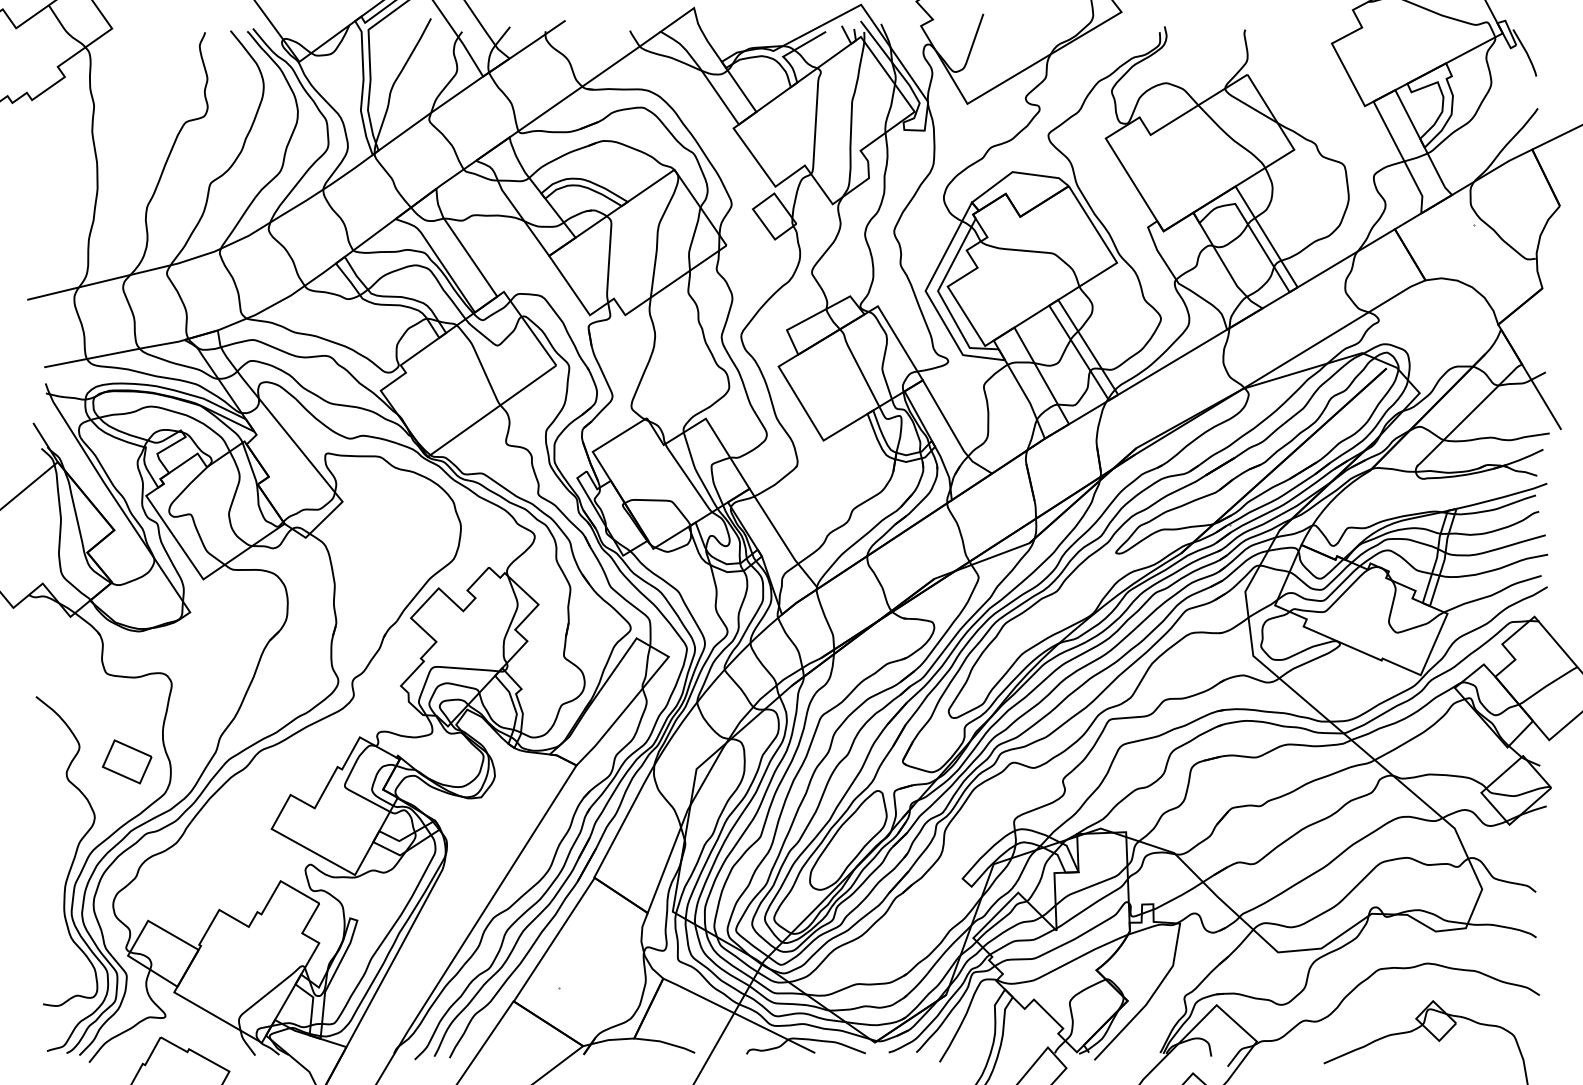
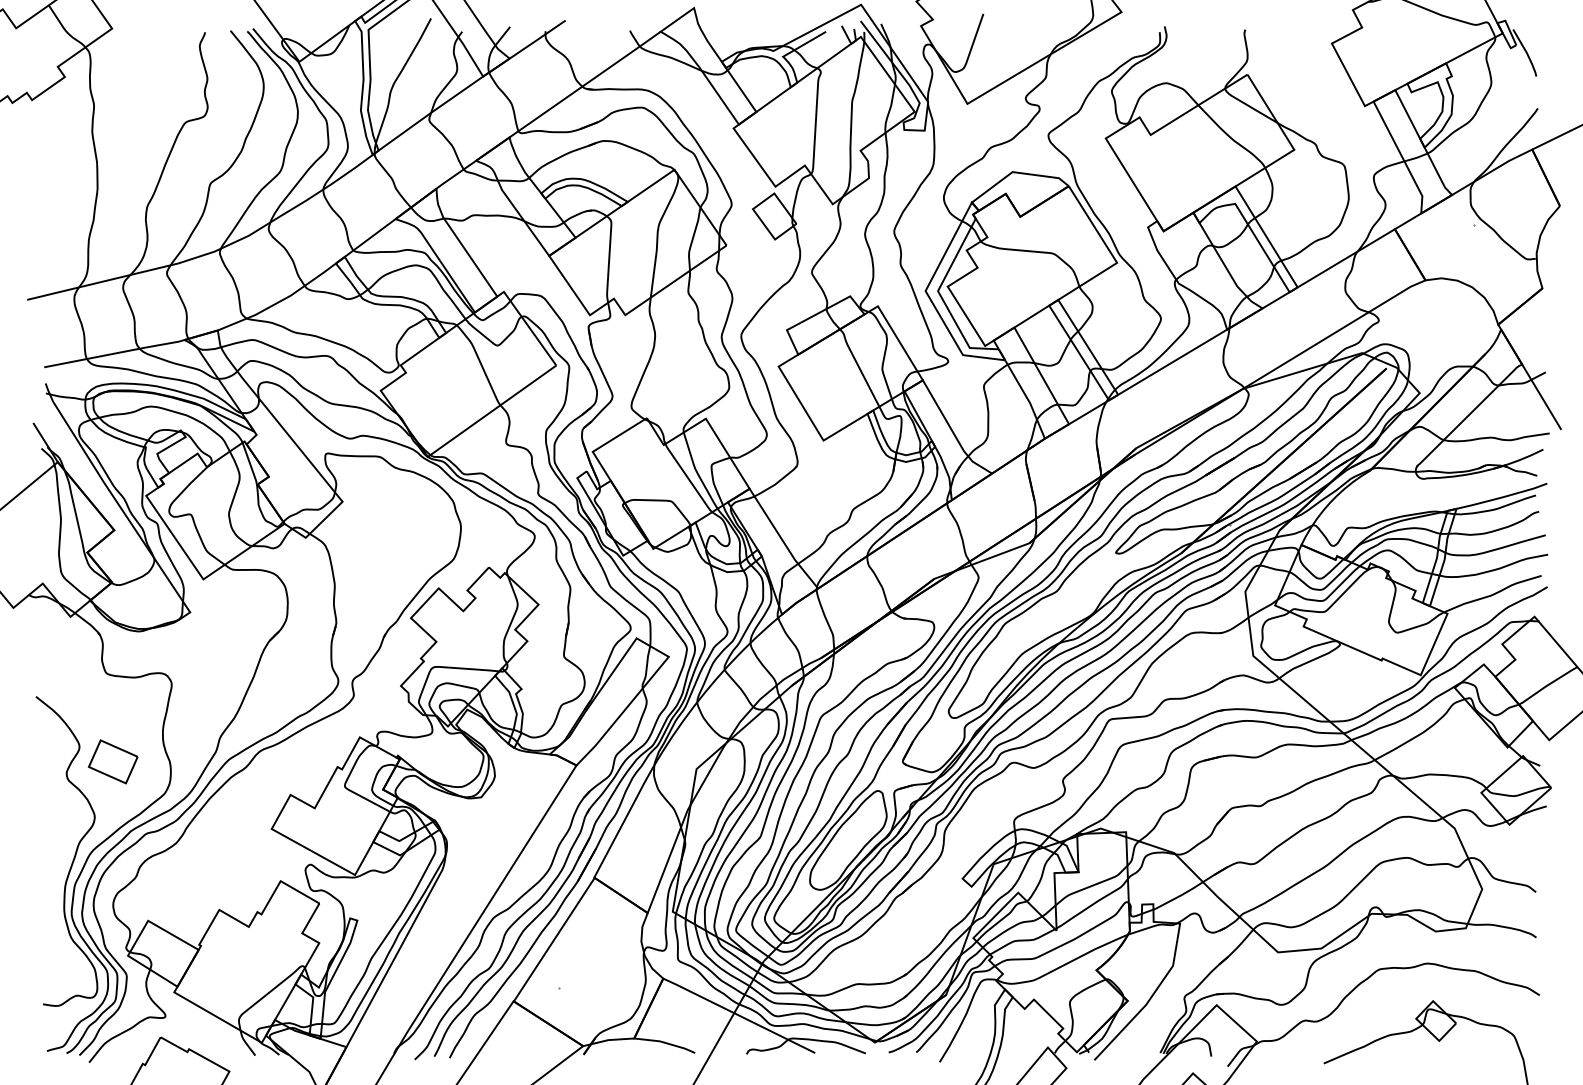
part at (126, 761) position: (126, 761) -> (112, 761)
